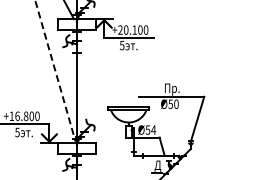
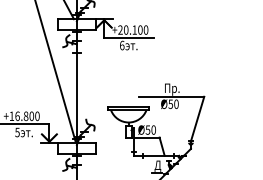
text at (121, 45): 5 -> 6
line at (55, 71): dashed -> solid
text at (153, 129): Ø54 -> Ø50
